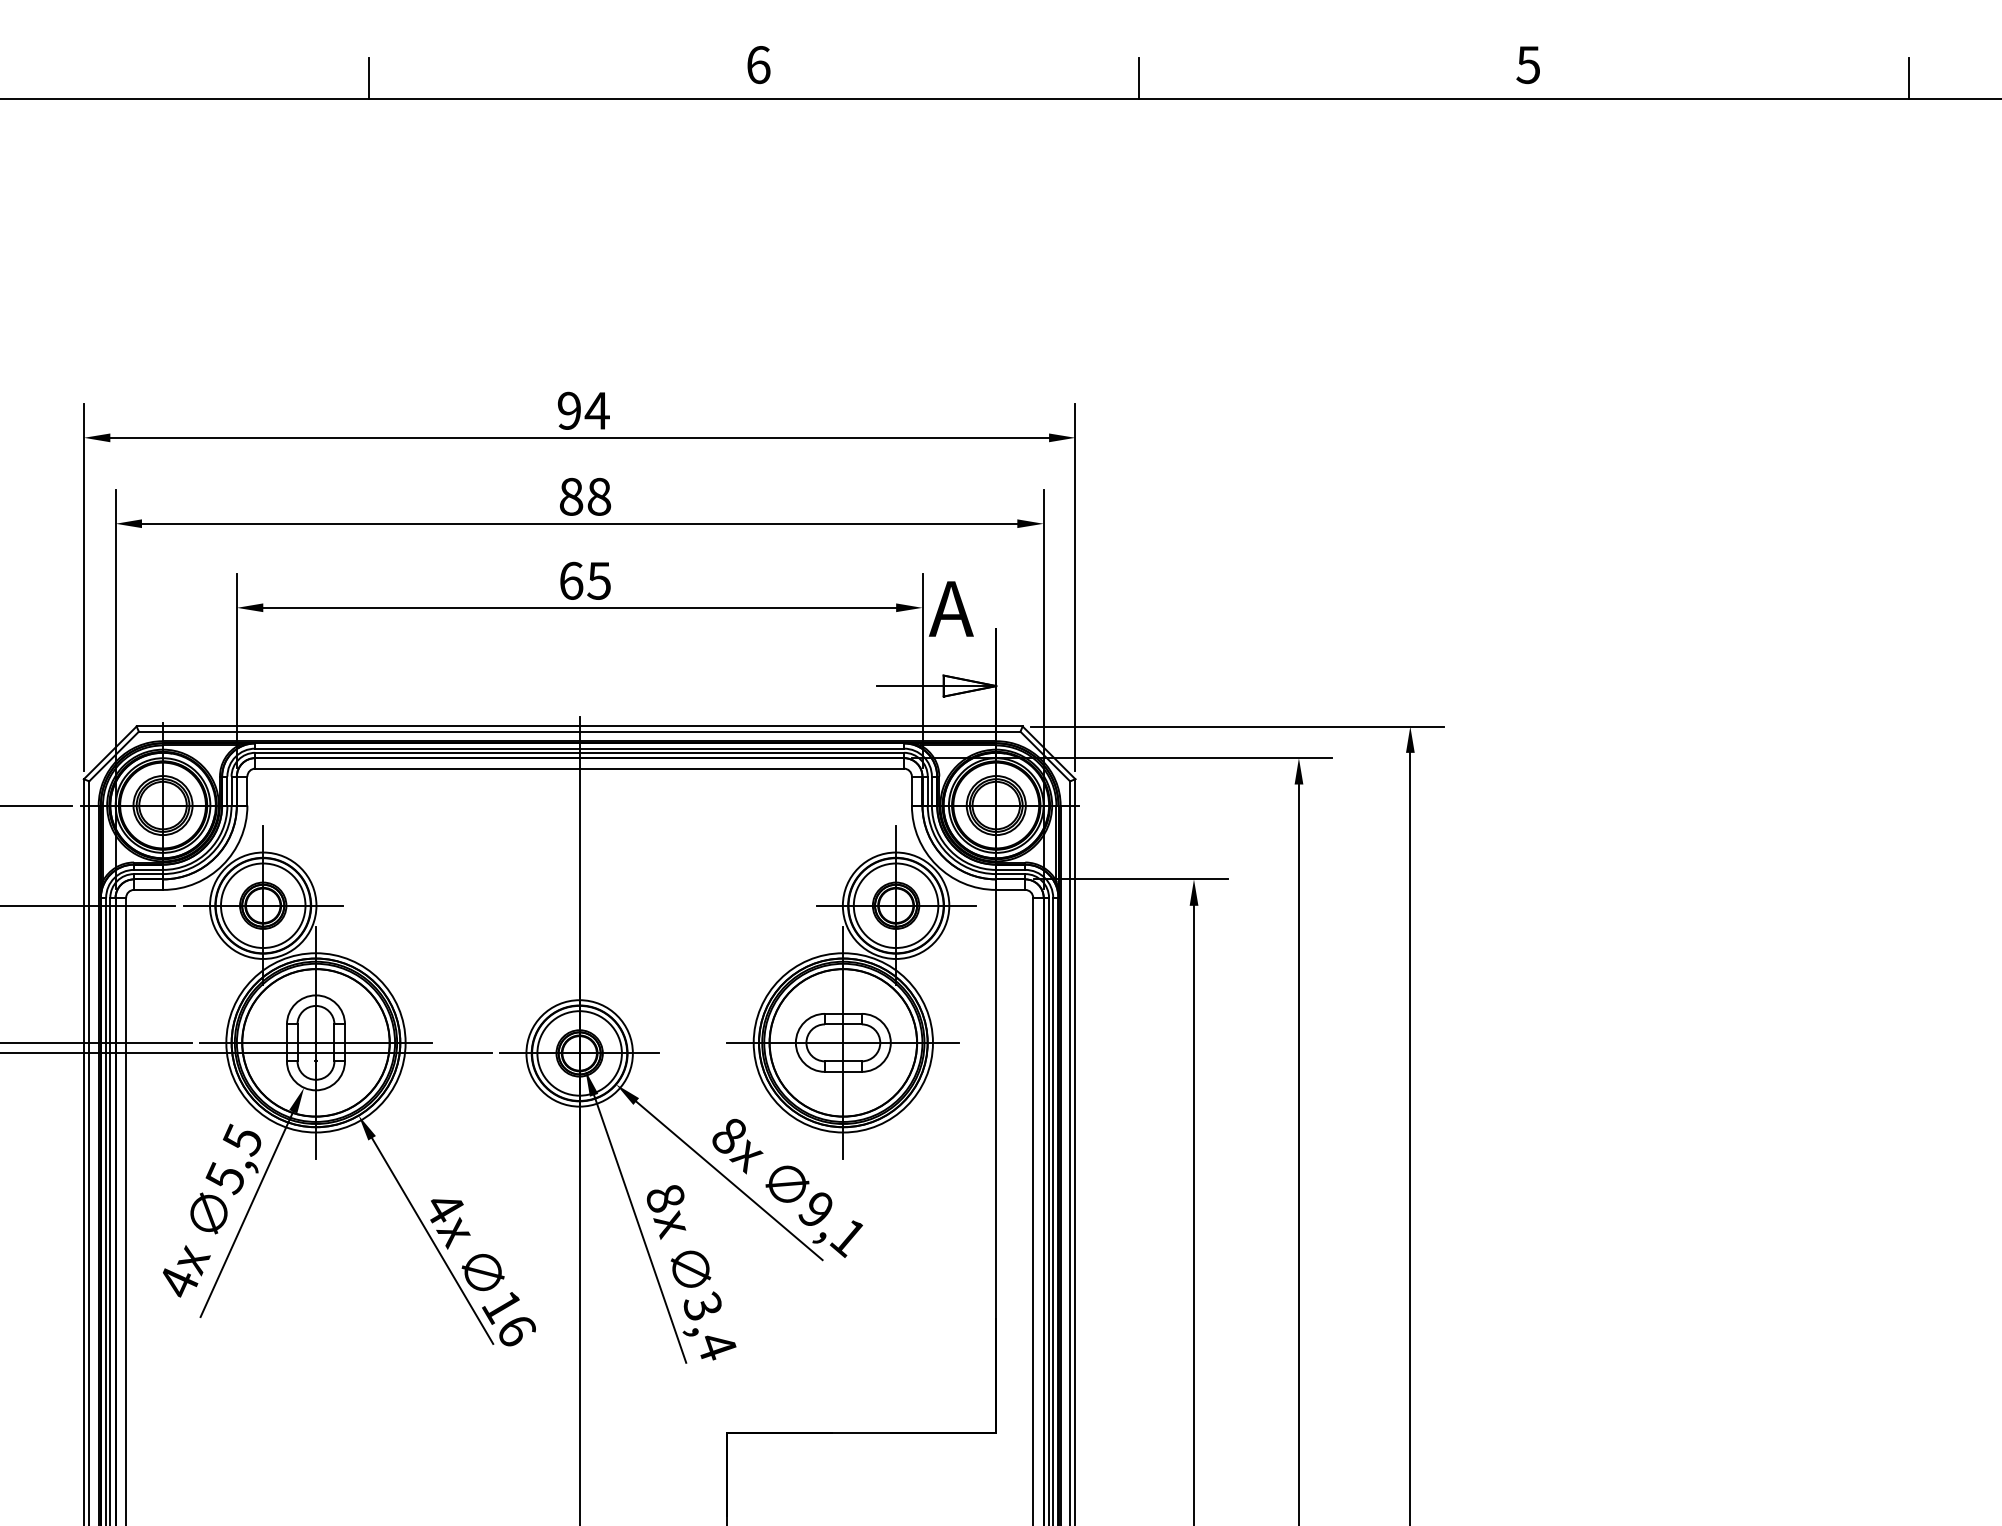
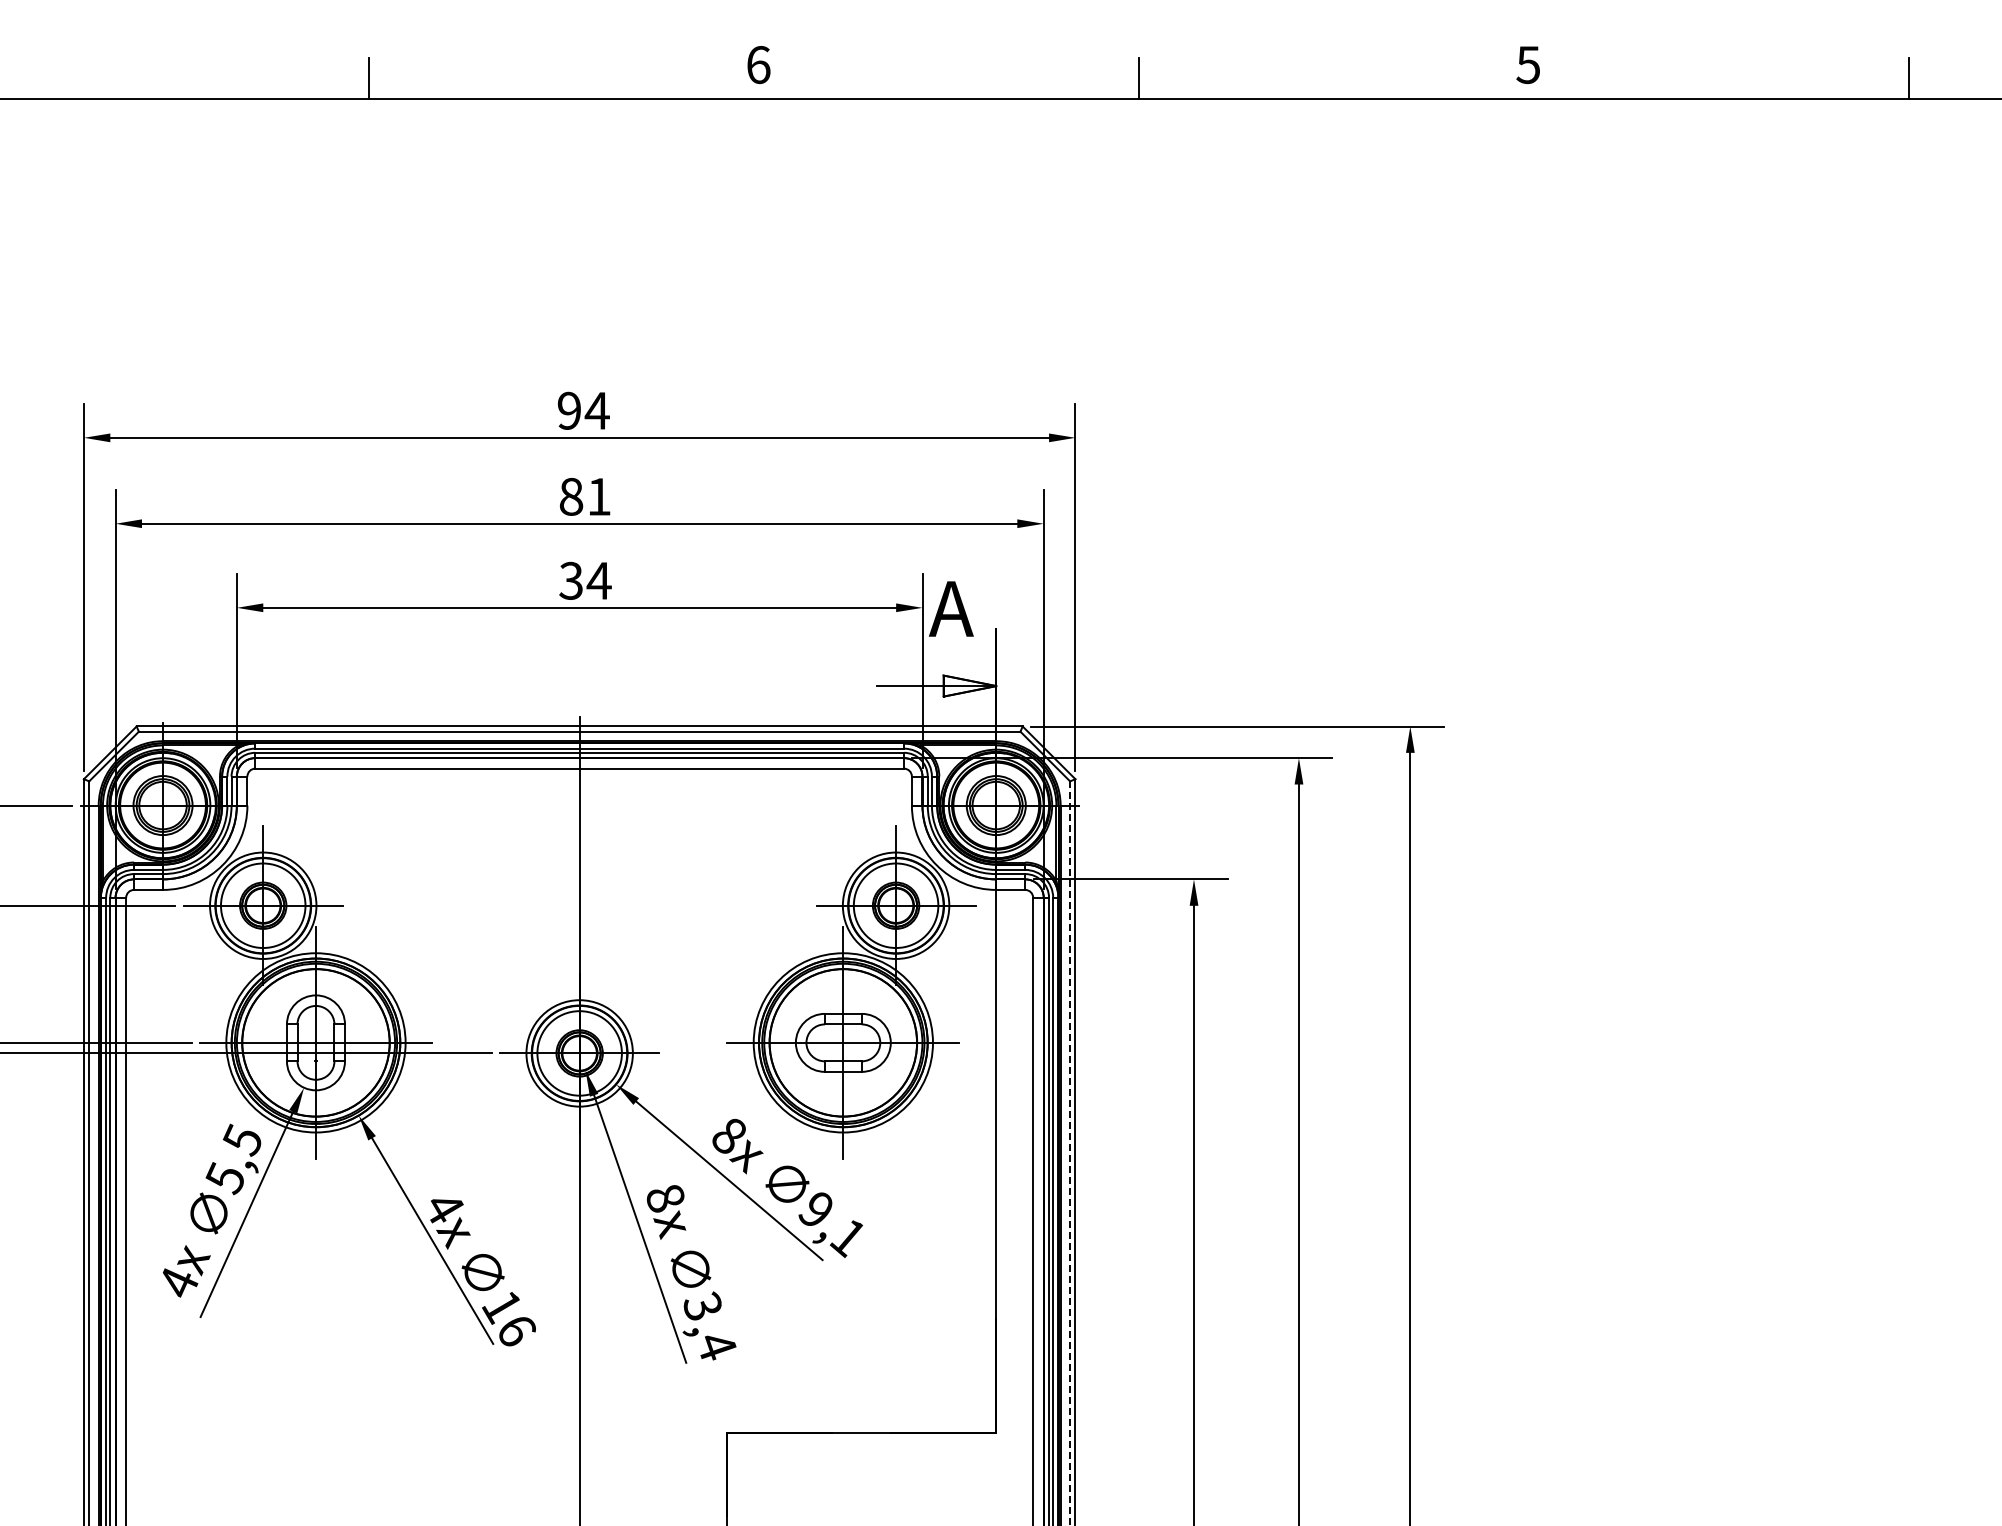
text at (599, 496): 88 -> 81
text at (585, 580): 65 -> 34
line at (1070, 1153): solid -> dashed
